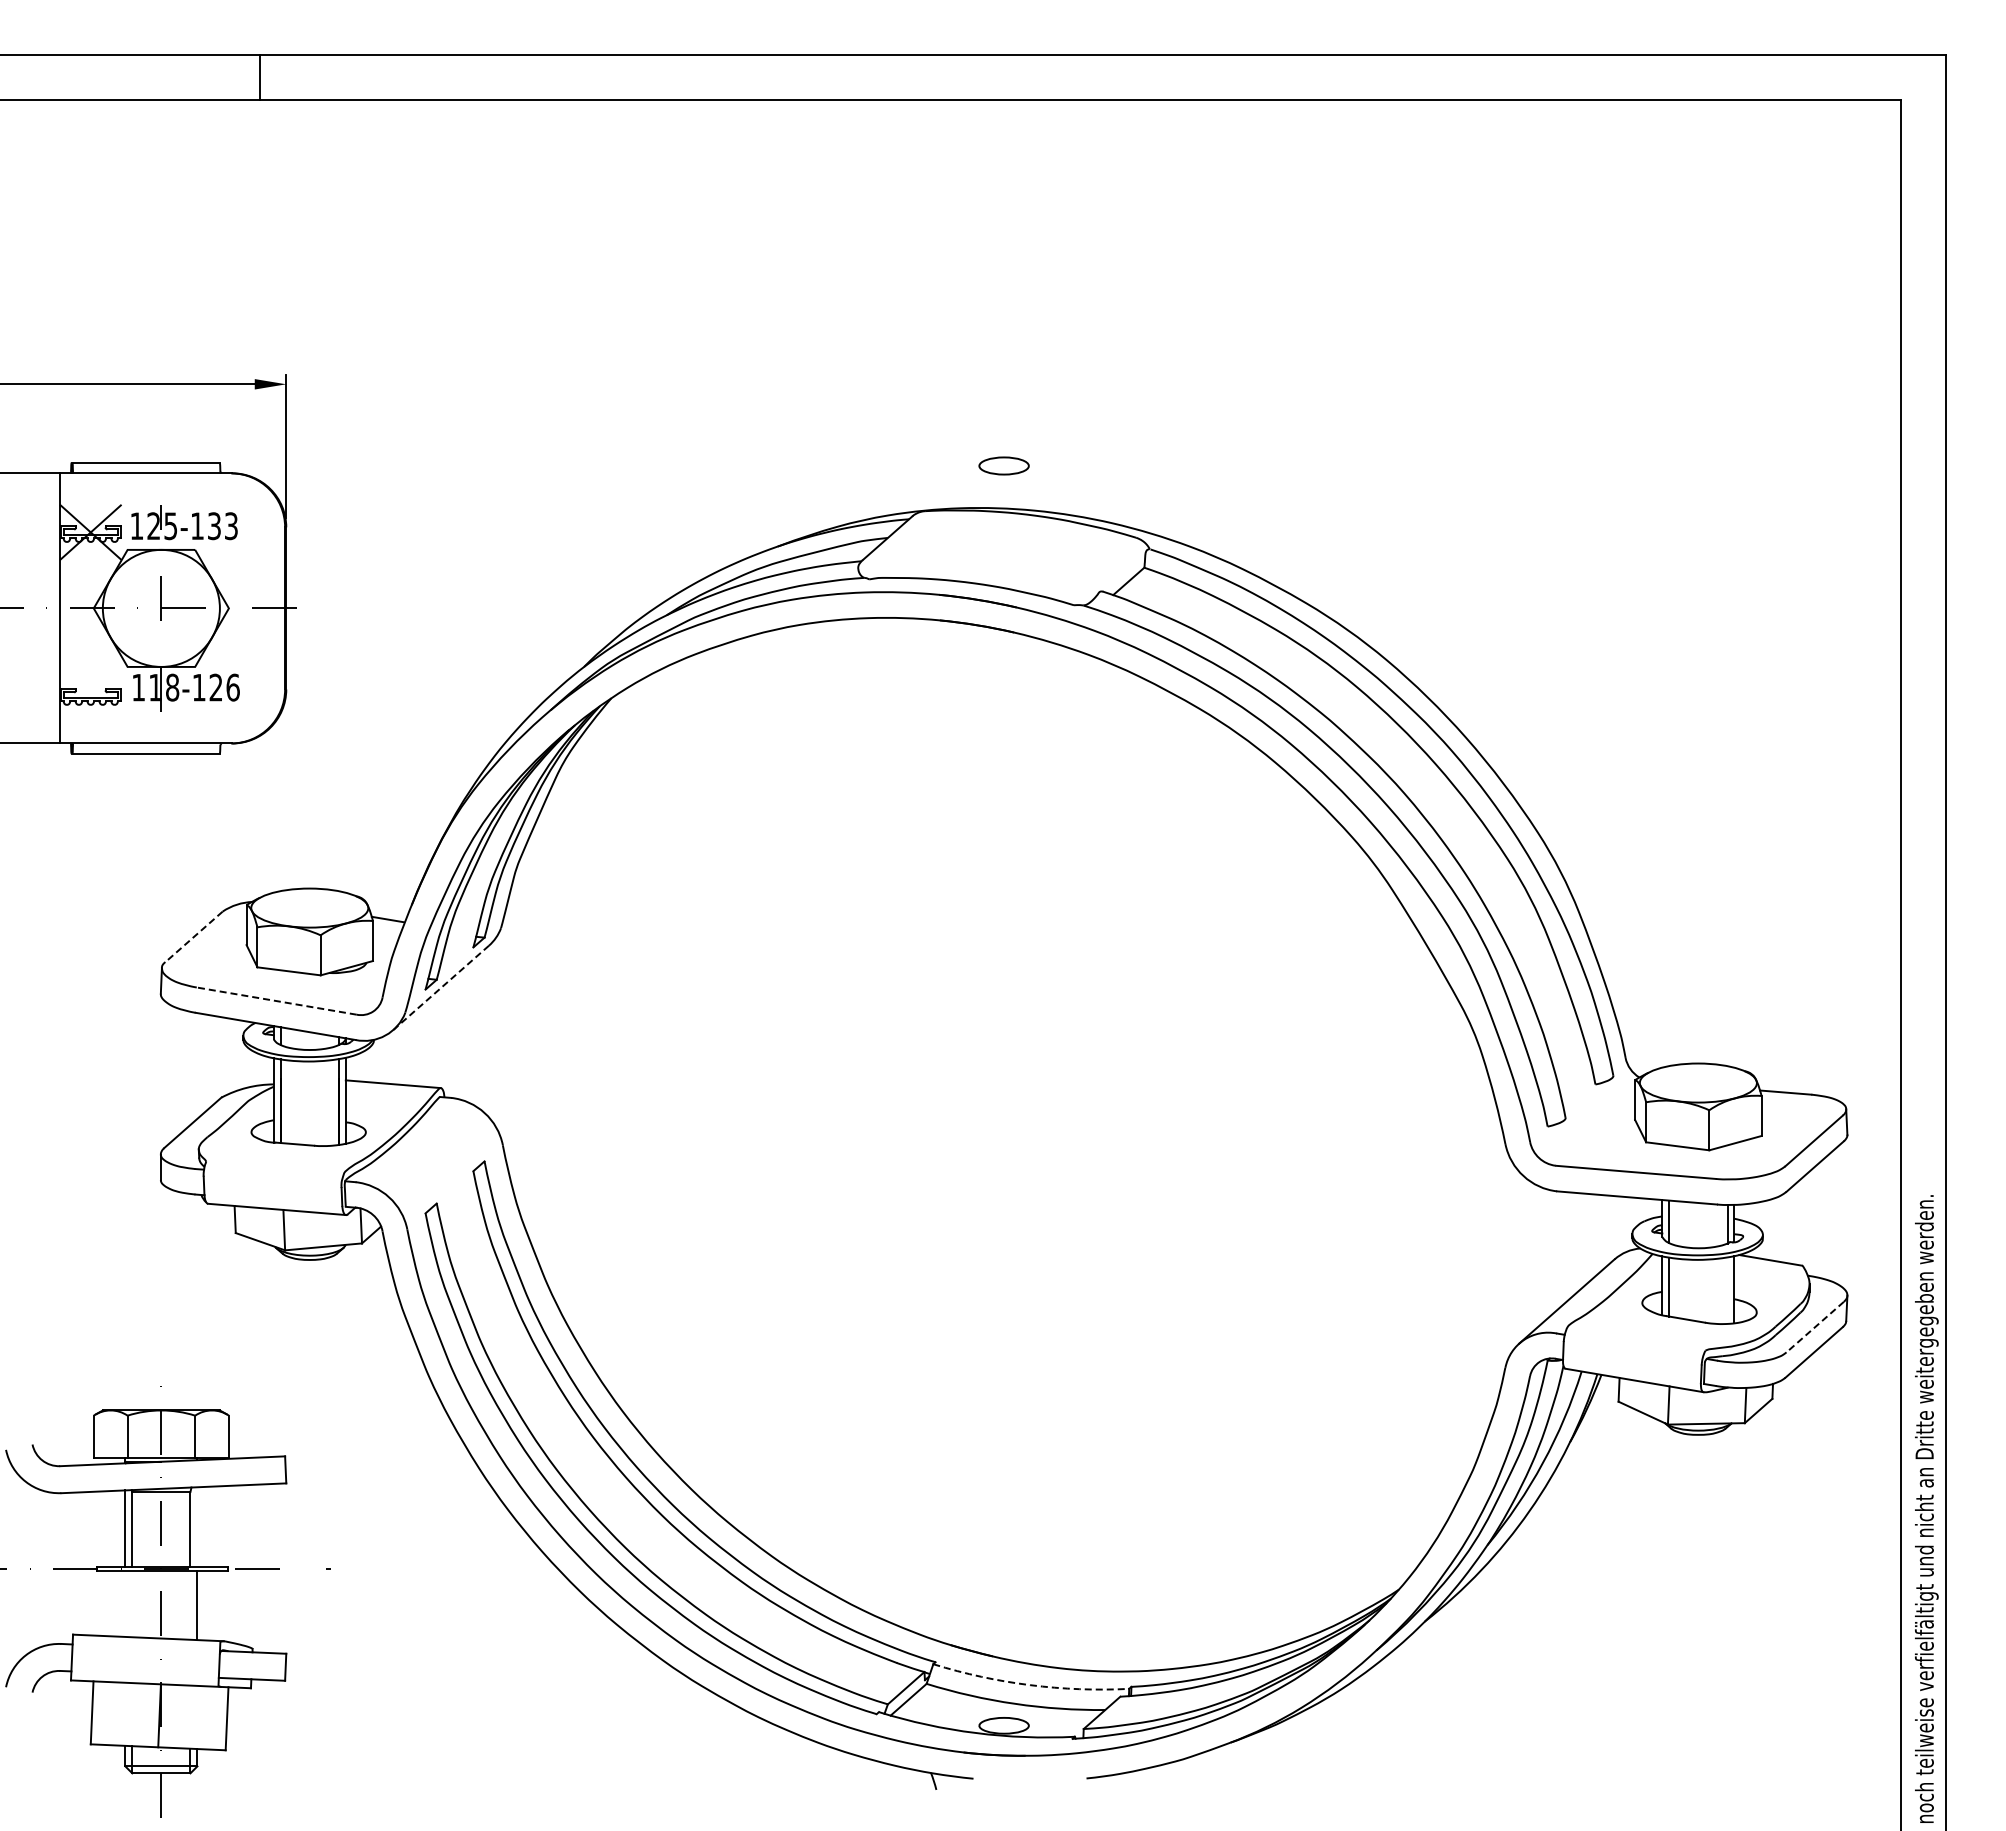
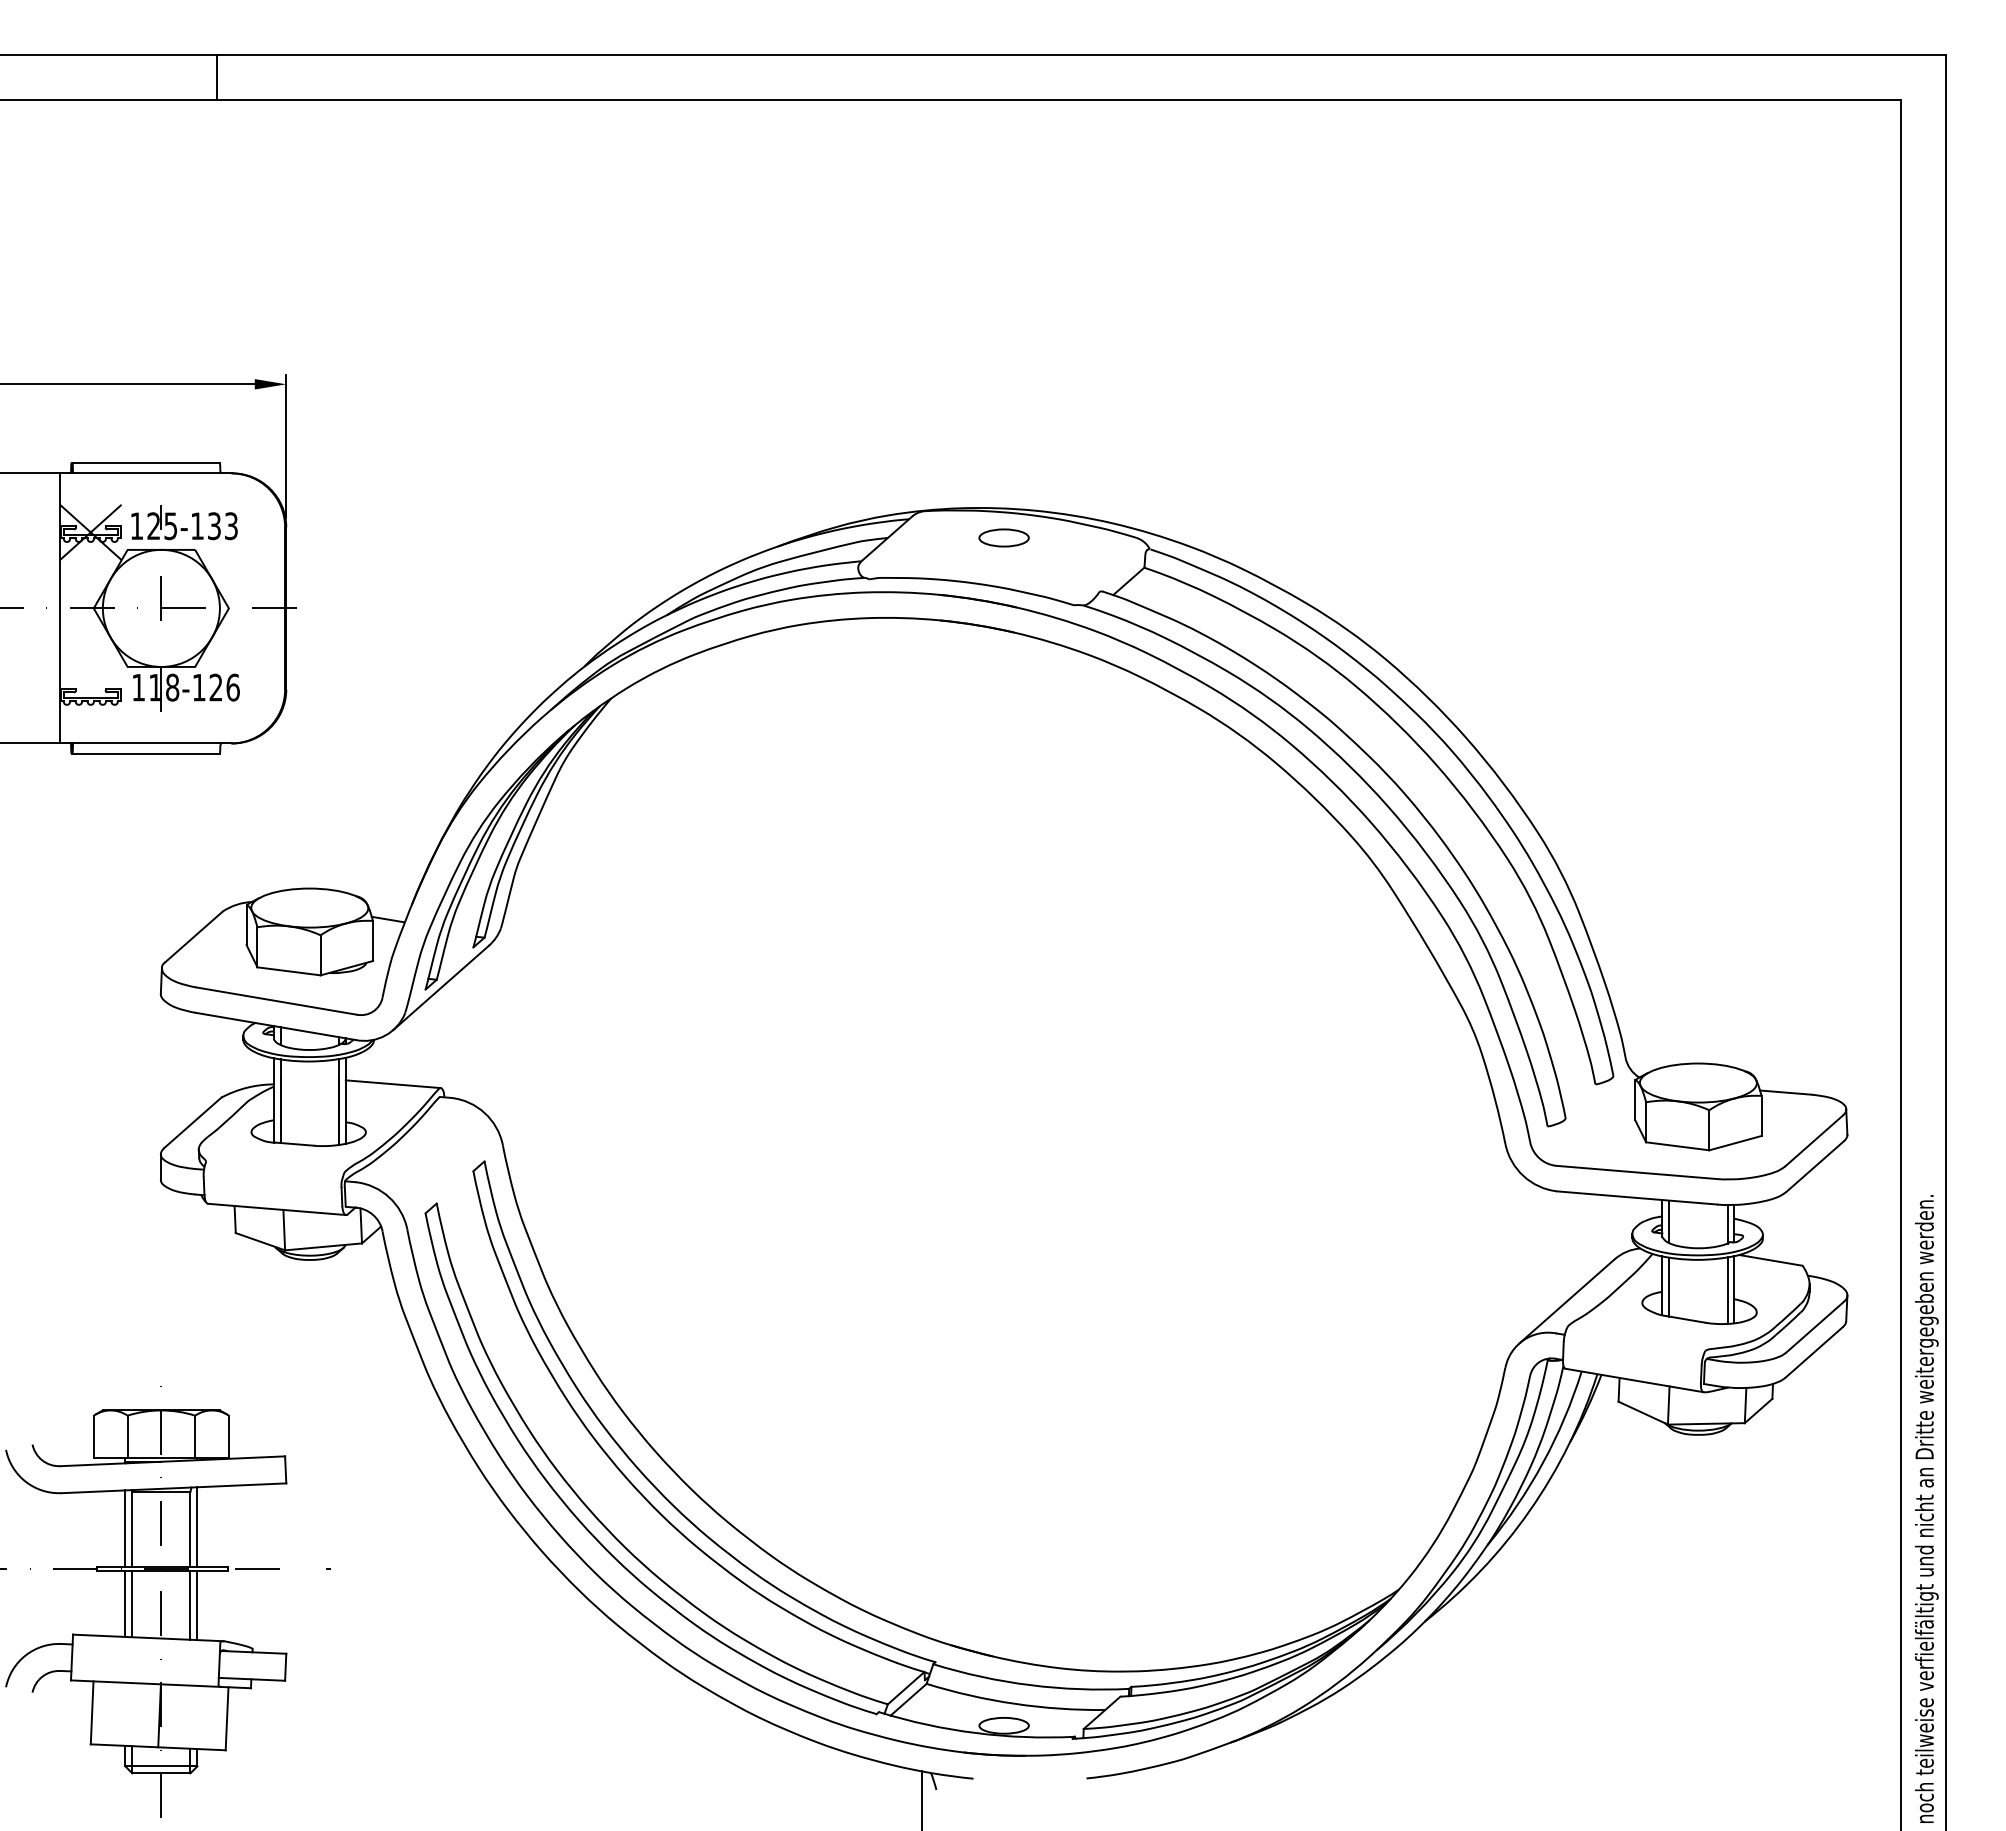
line at (259, 77) position: (259, 77) -> (216, 77)
part at (1003, 465) position: (1003, 465) -> (1003, 537)
line at (193, 937): dashed -> solid
line at (441, 987): dashed -> solid
line at (276, 1001): dashed -> solid
line at (1727, 1290): none -> present
line at (1814, 1327): dashed -> solid
line at (197, 1526): none -> present
line at (125, 1603): none -> present
line at (132, 1604): none -> present
line at (190, 1605): none -> present
arc at (1030, 1685): dashed -> solid
line at (922, 1799): none -> present
